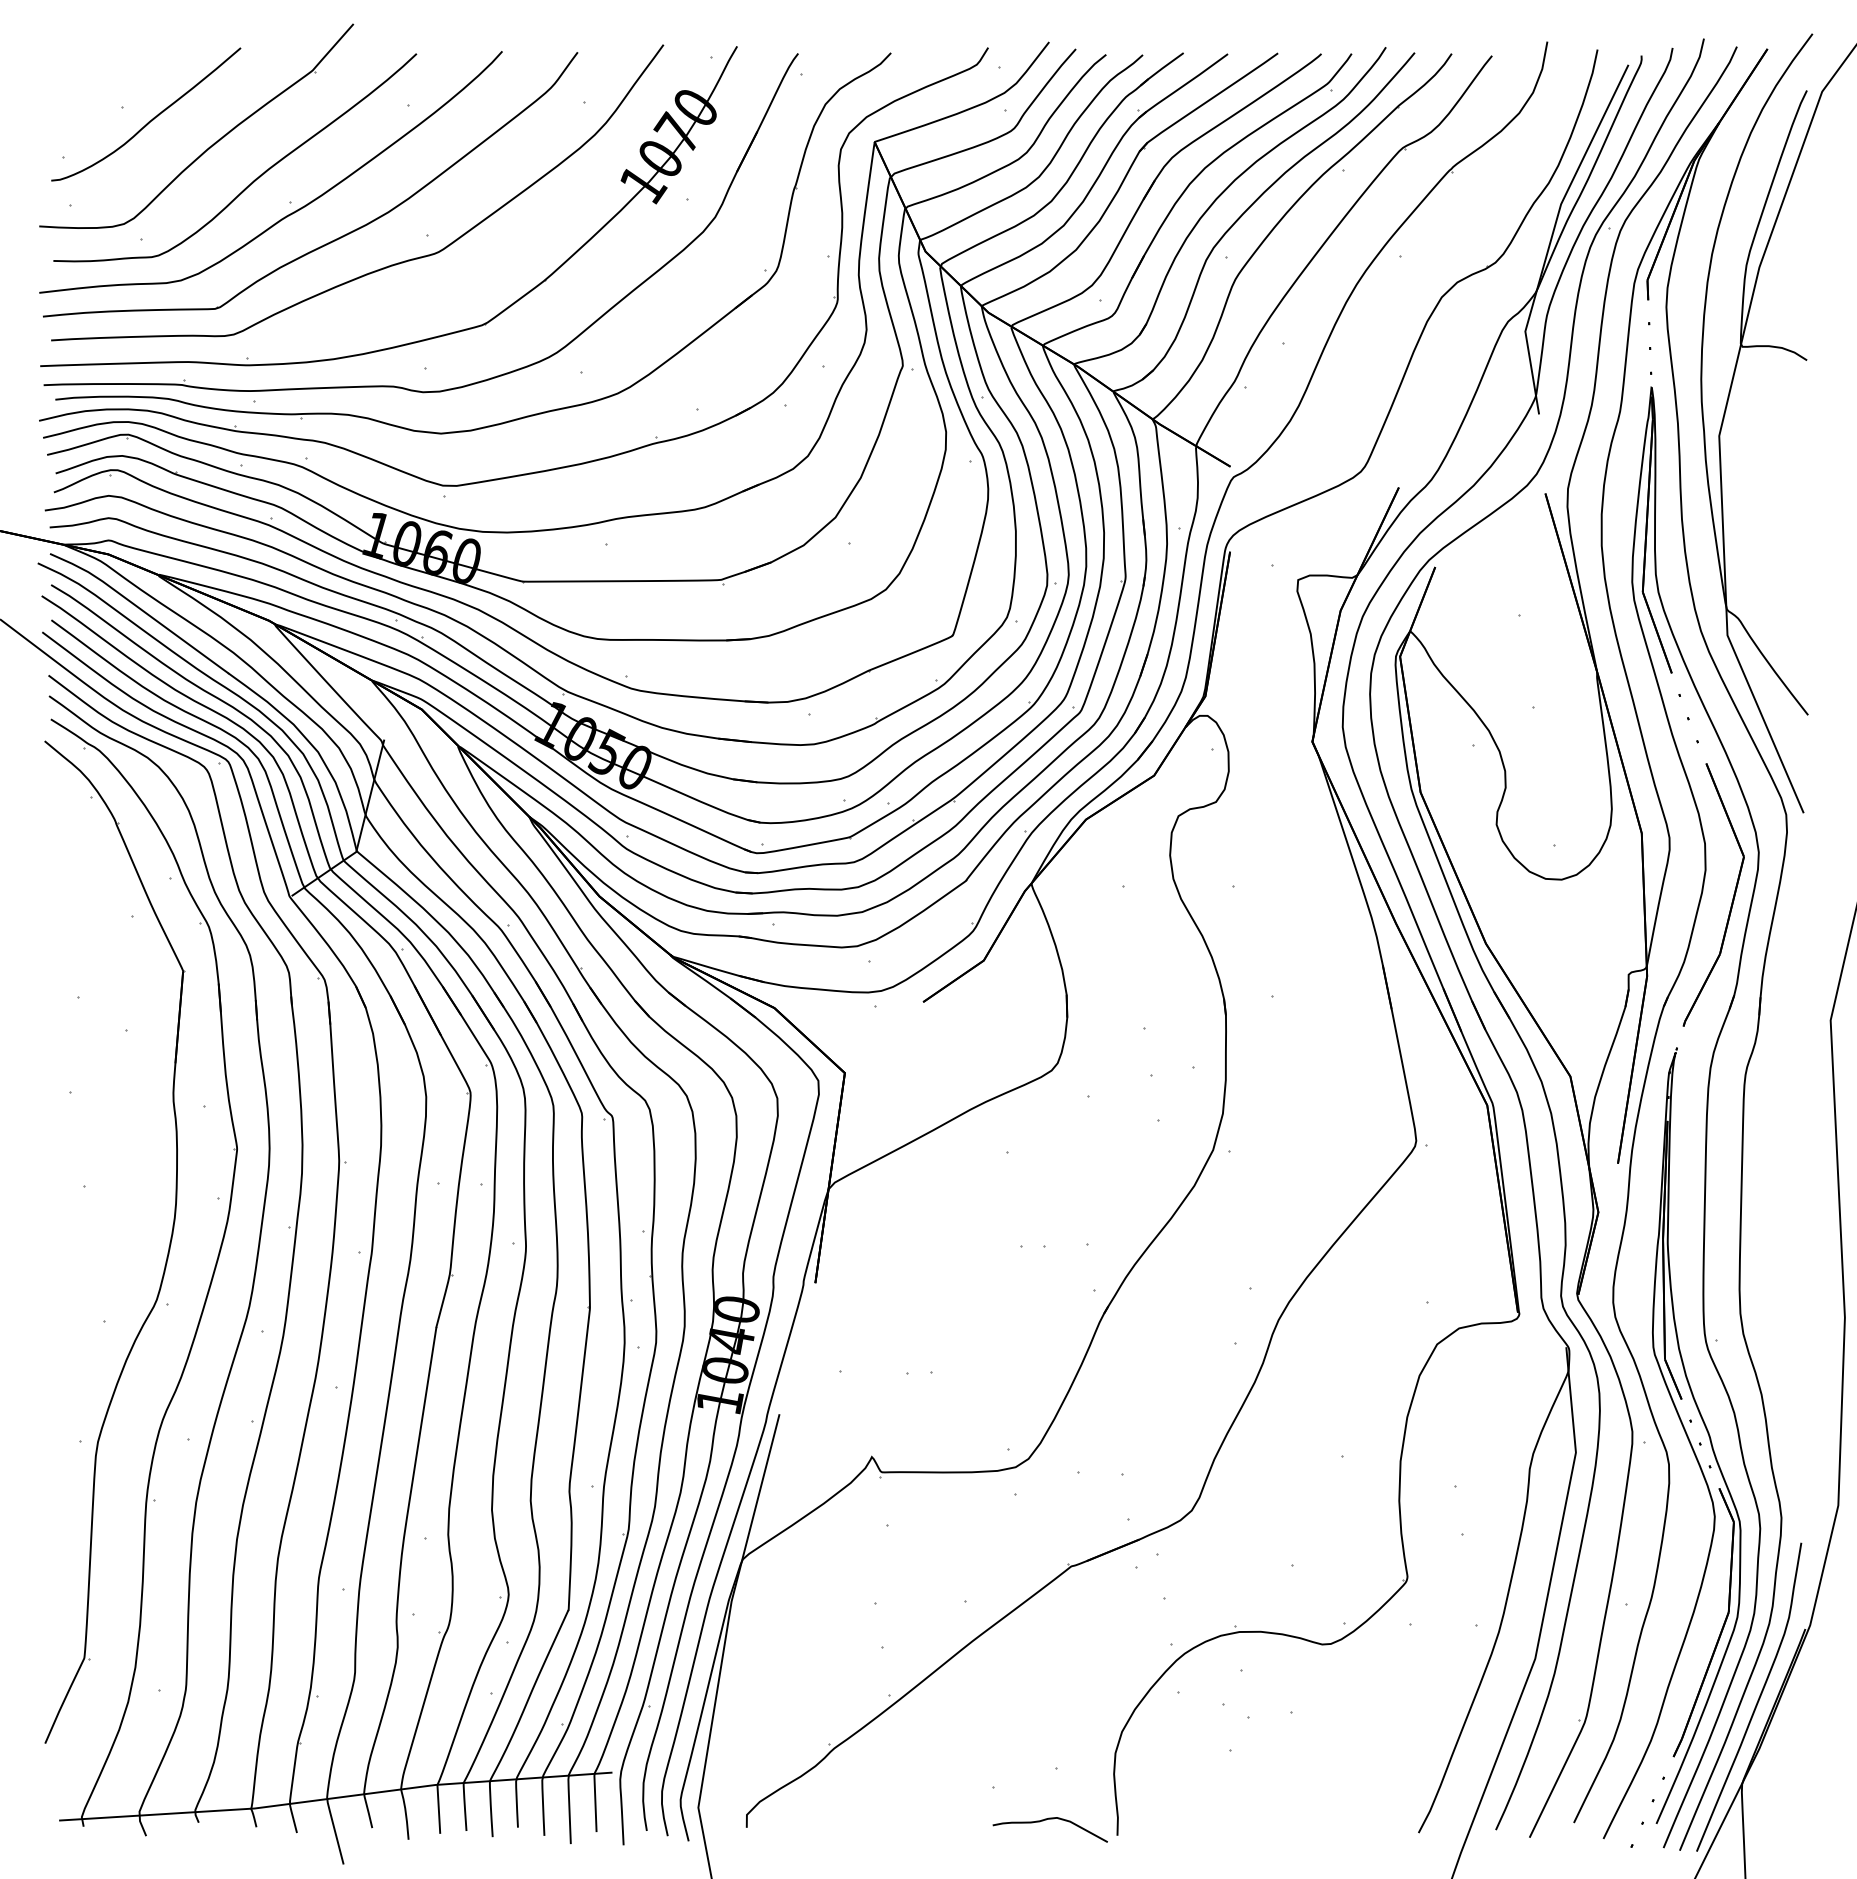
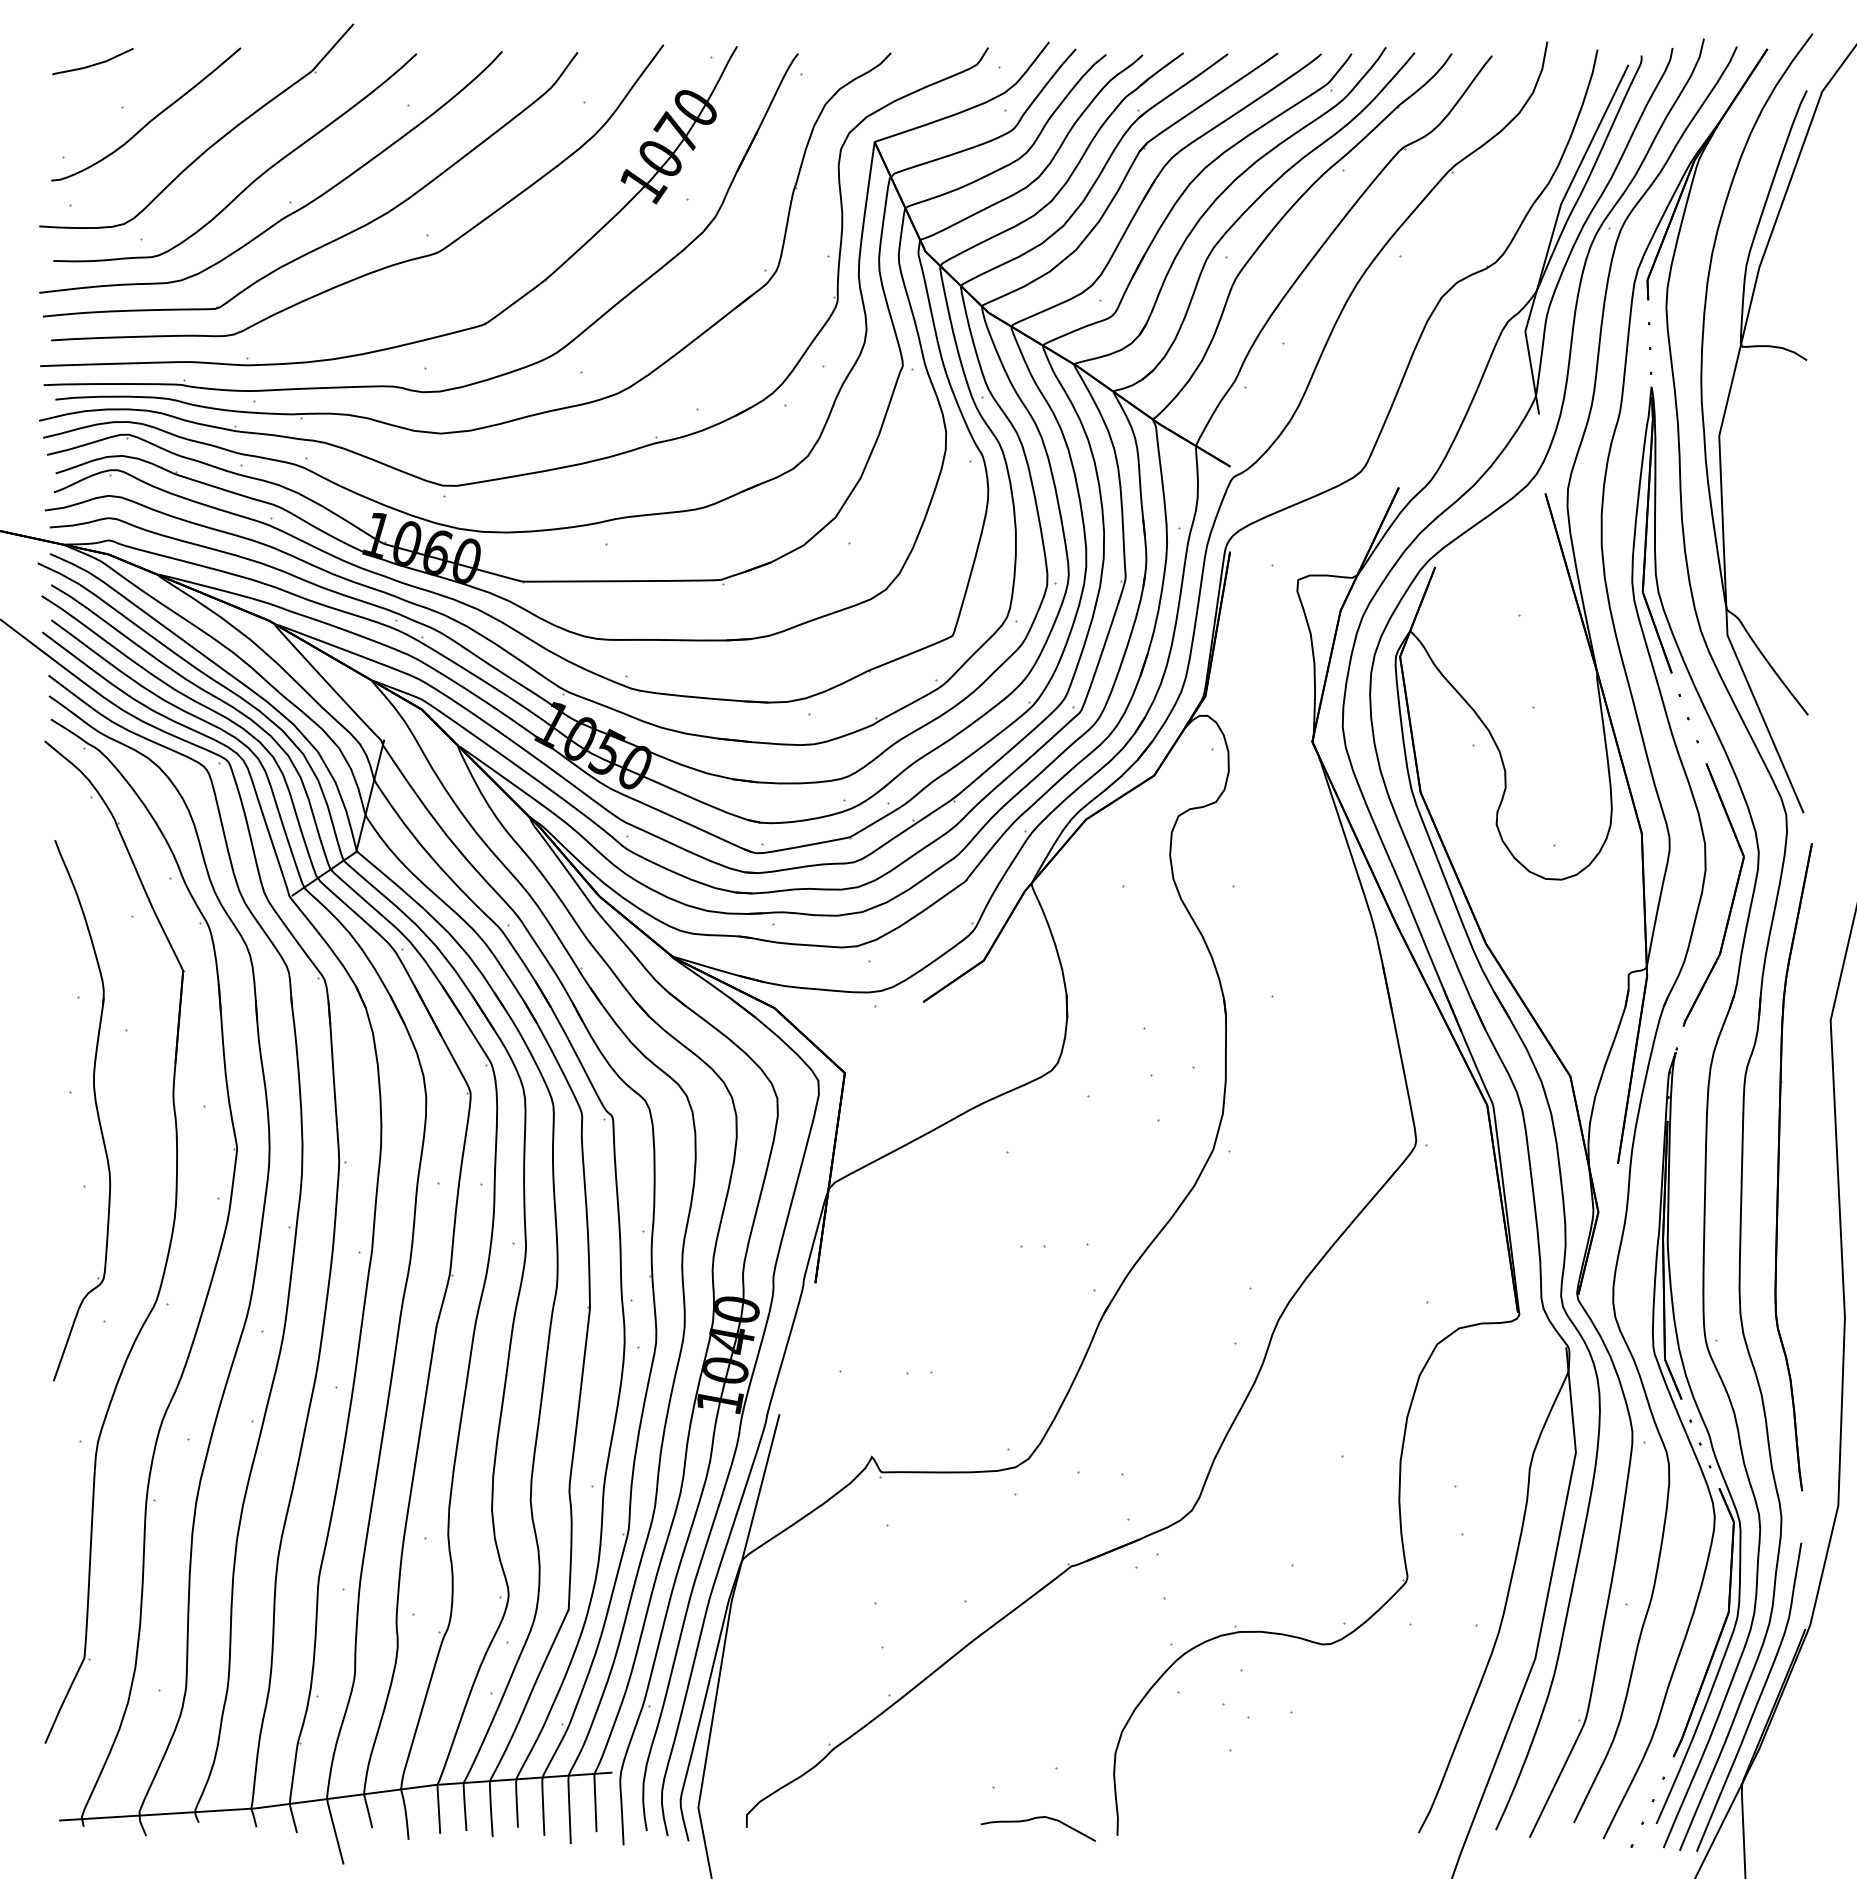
curve at (94, 63): none -> present
part at (95, 1107): none -> present
part at (1779, 1167): none -> present
curve at (1046, 1820) position: (1046, 1820) -> (1034, 1819)
